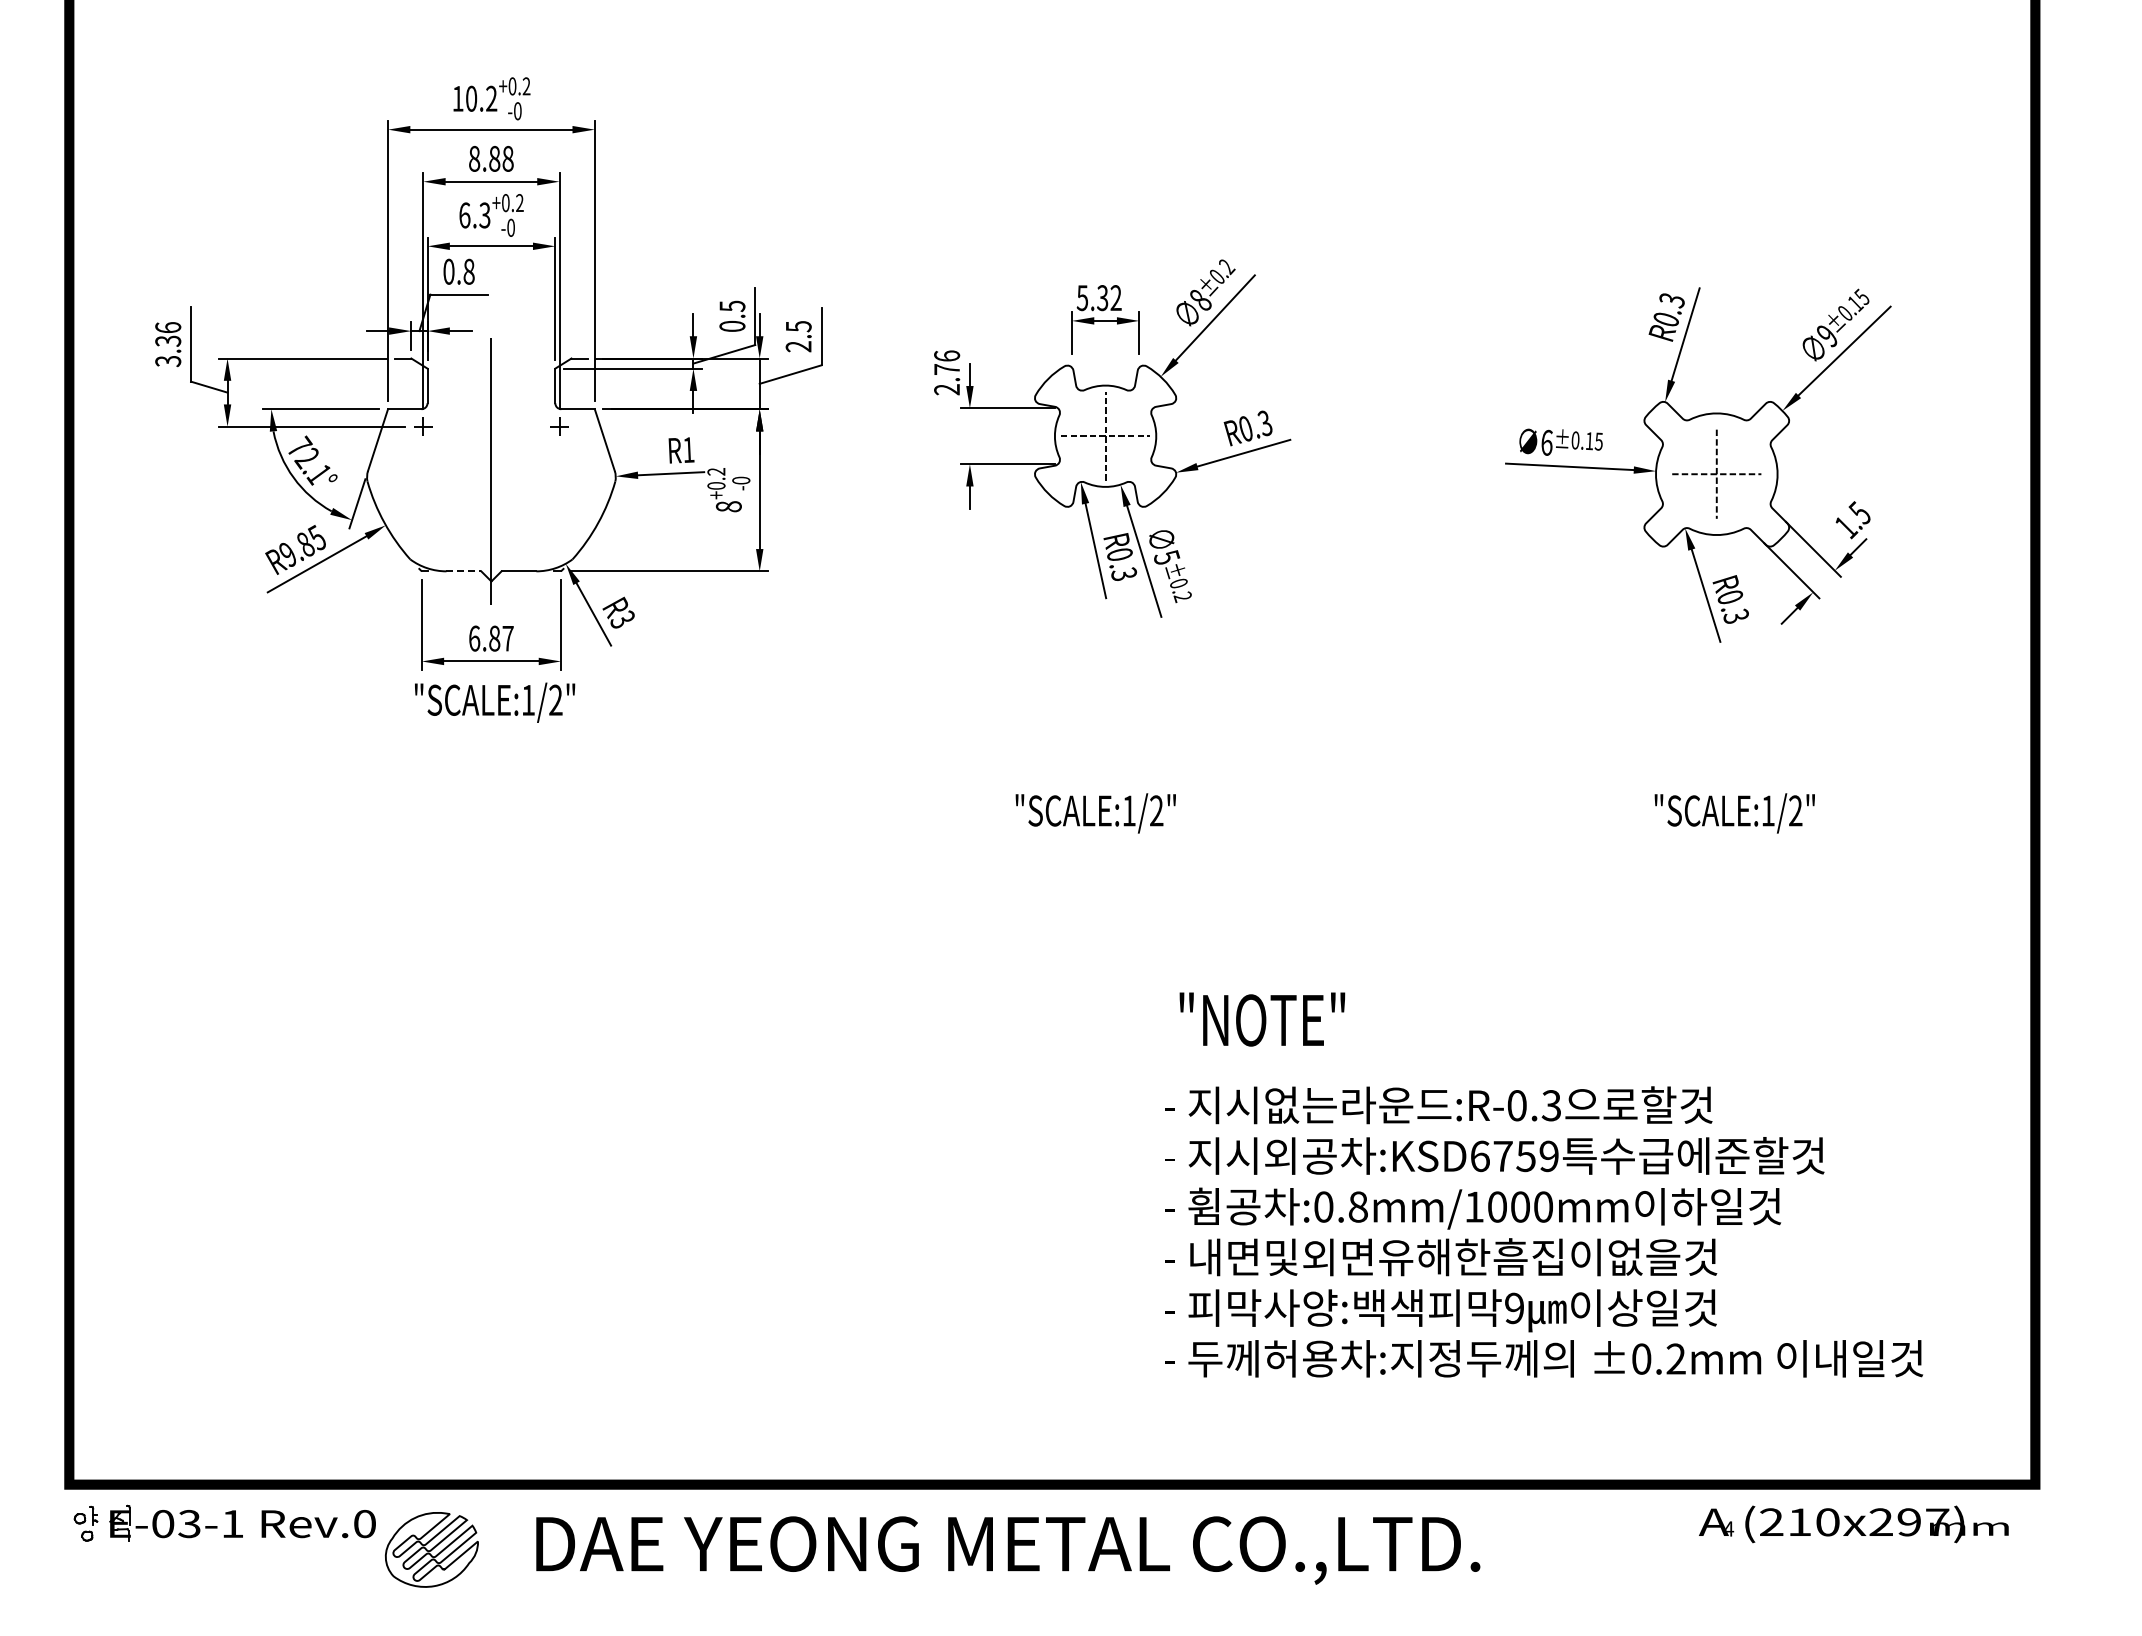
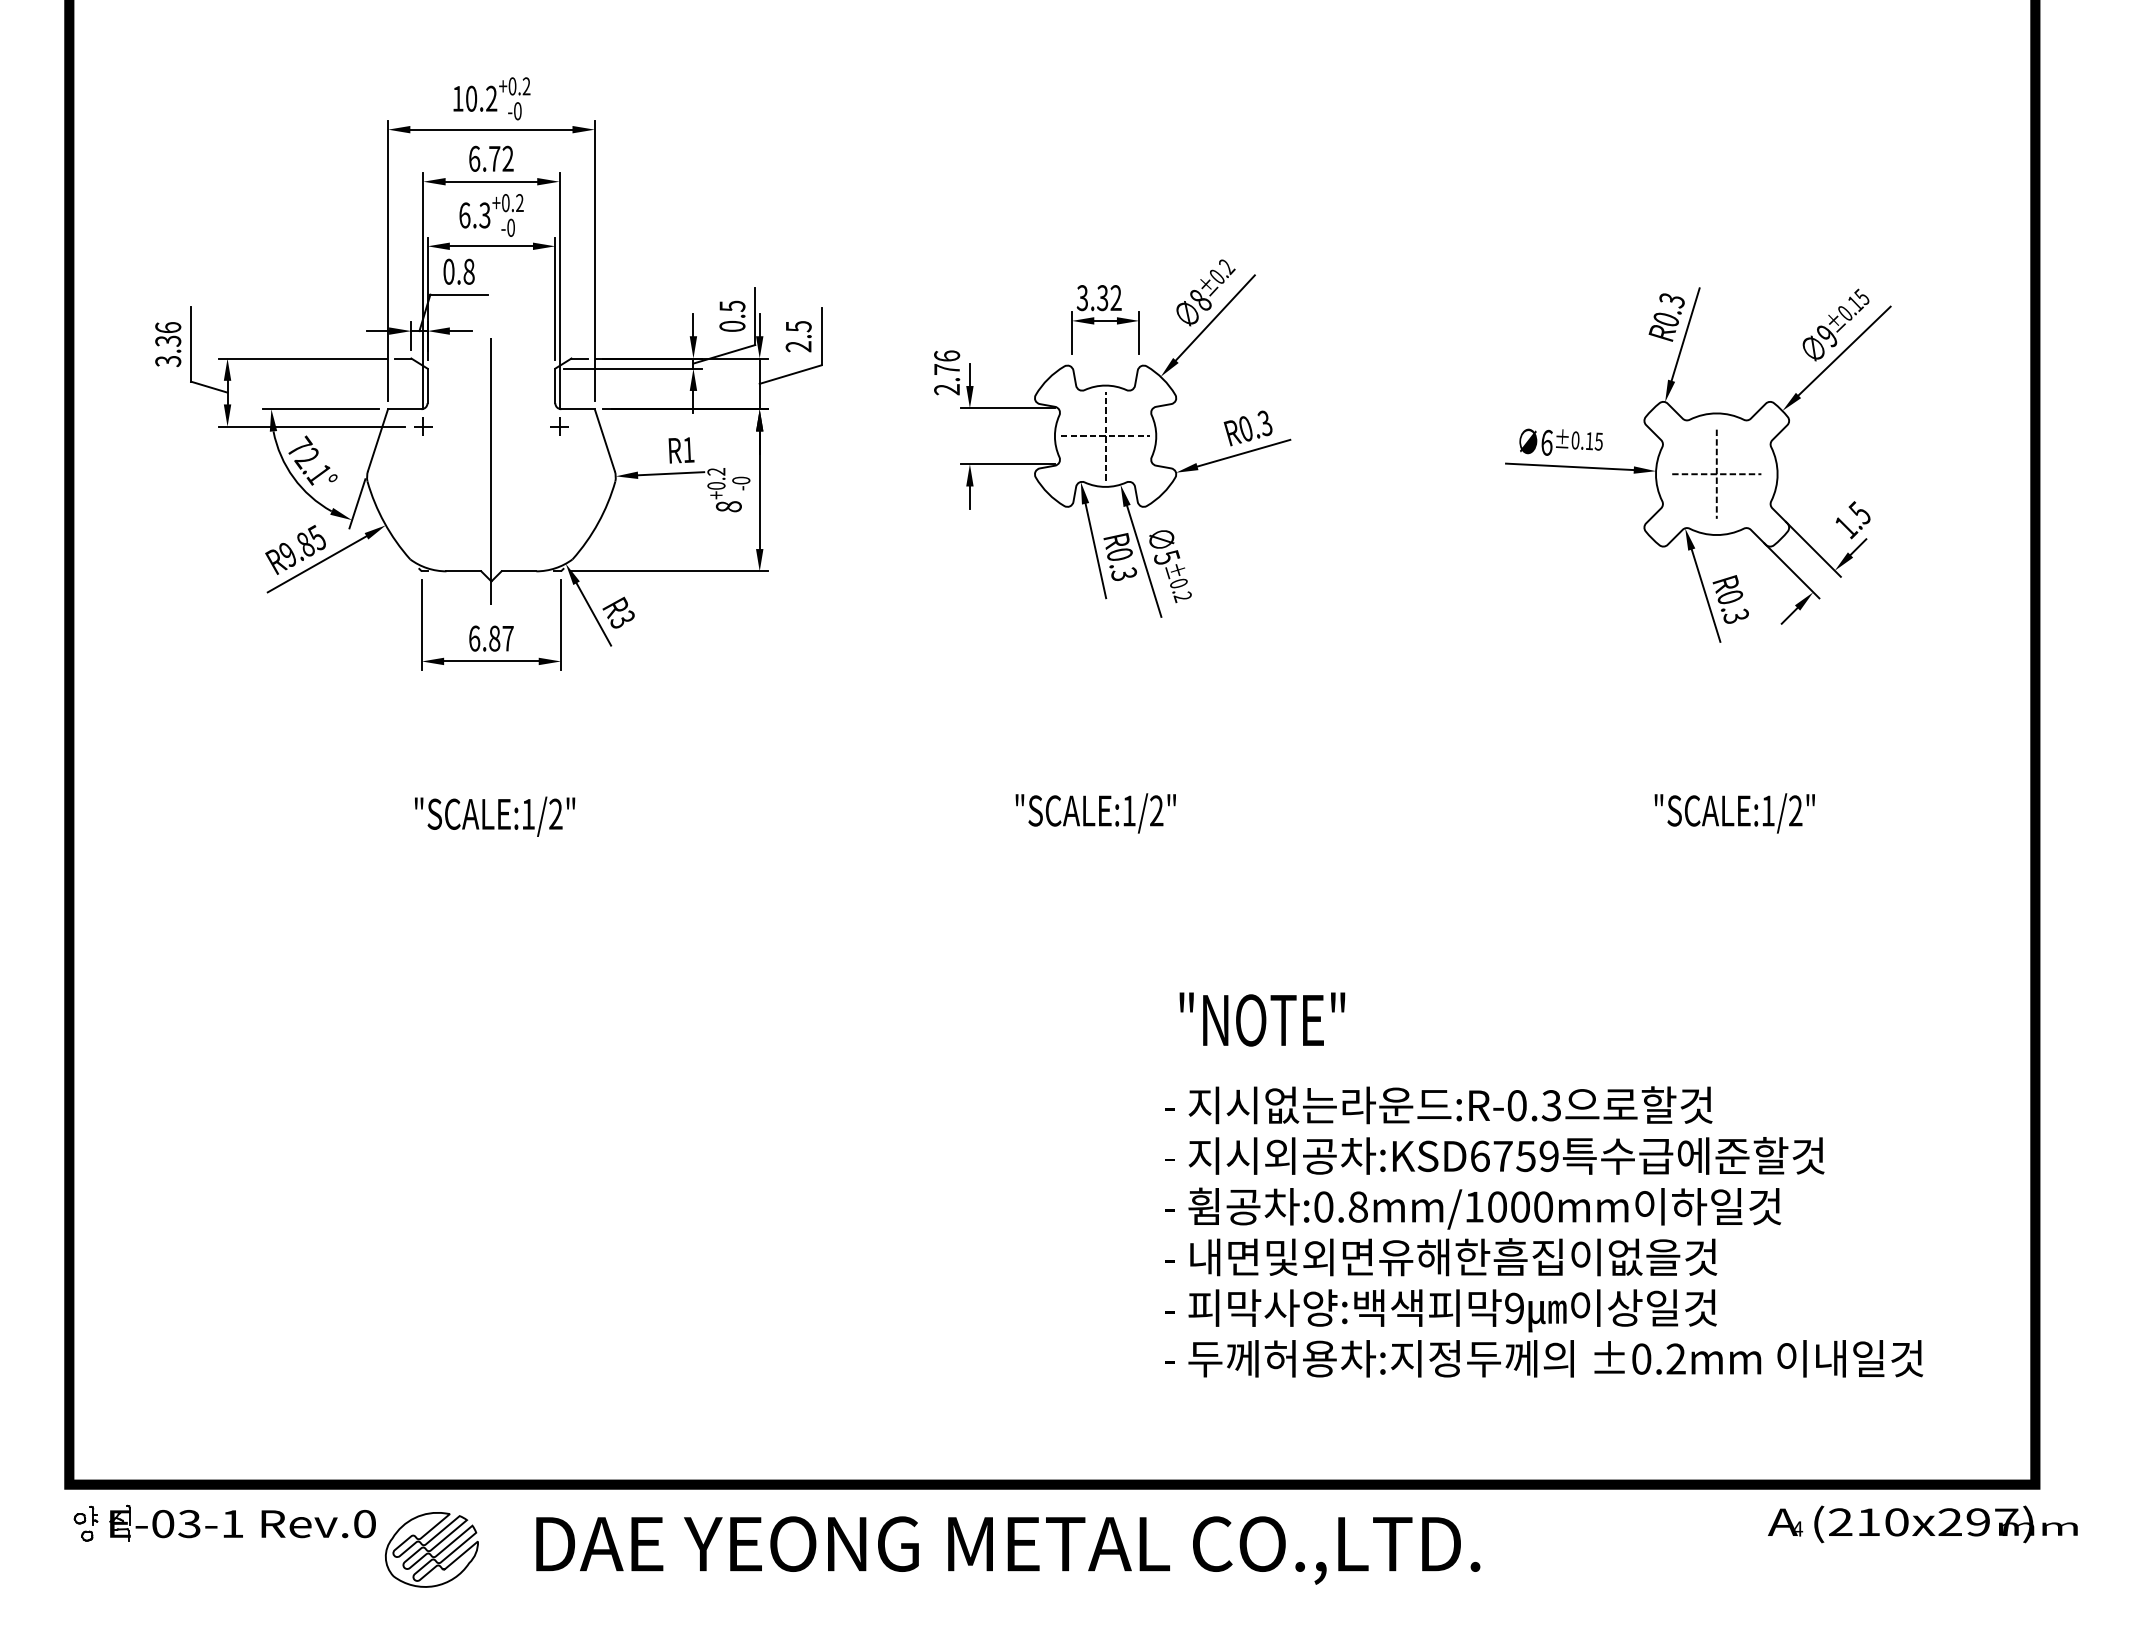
text at (491, 158): 8.88 -> 6.72
text at (1082, 297): 5.32 -> 3.32
line at (464, 571): dashed -> solid
text at (495, 702) position: (495, 702) -> (495, 816)
text at (1853, 1524) position: (1853, 1524) -> (1922, 1524)
